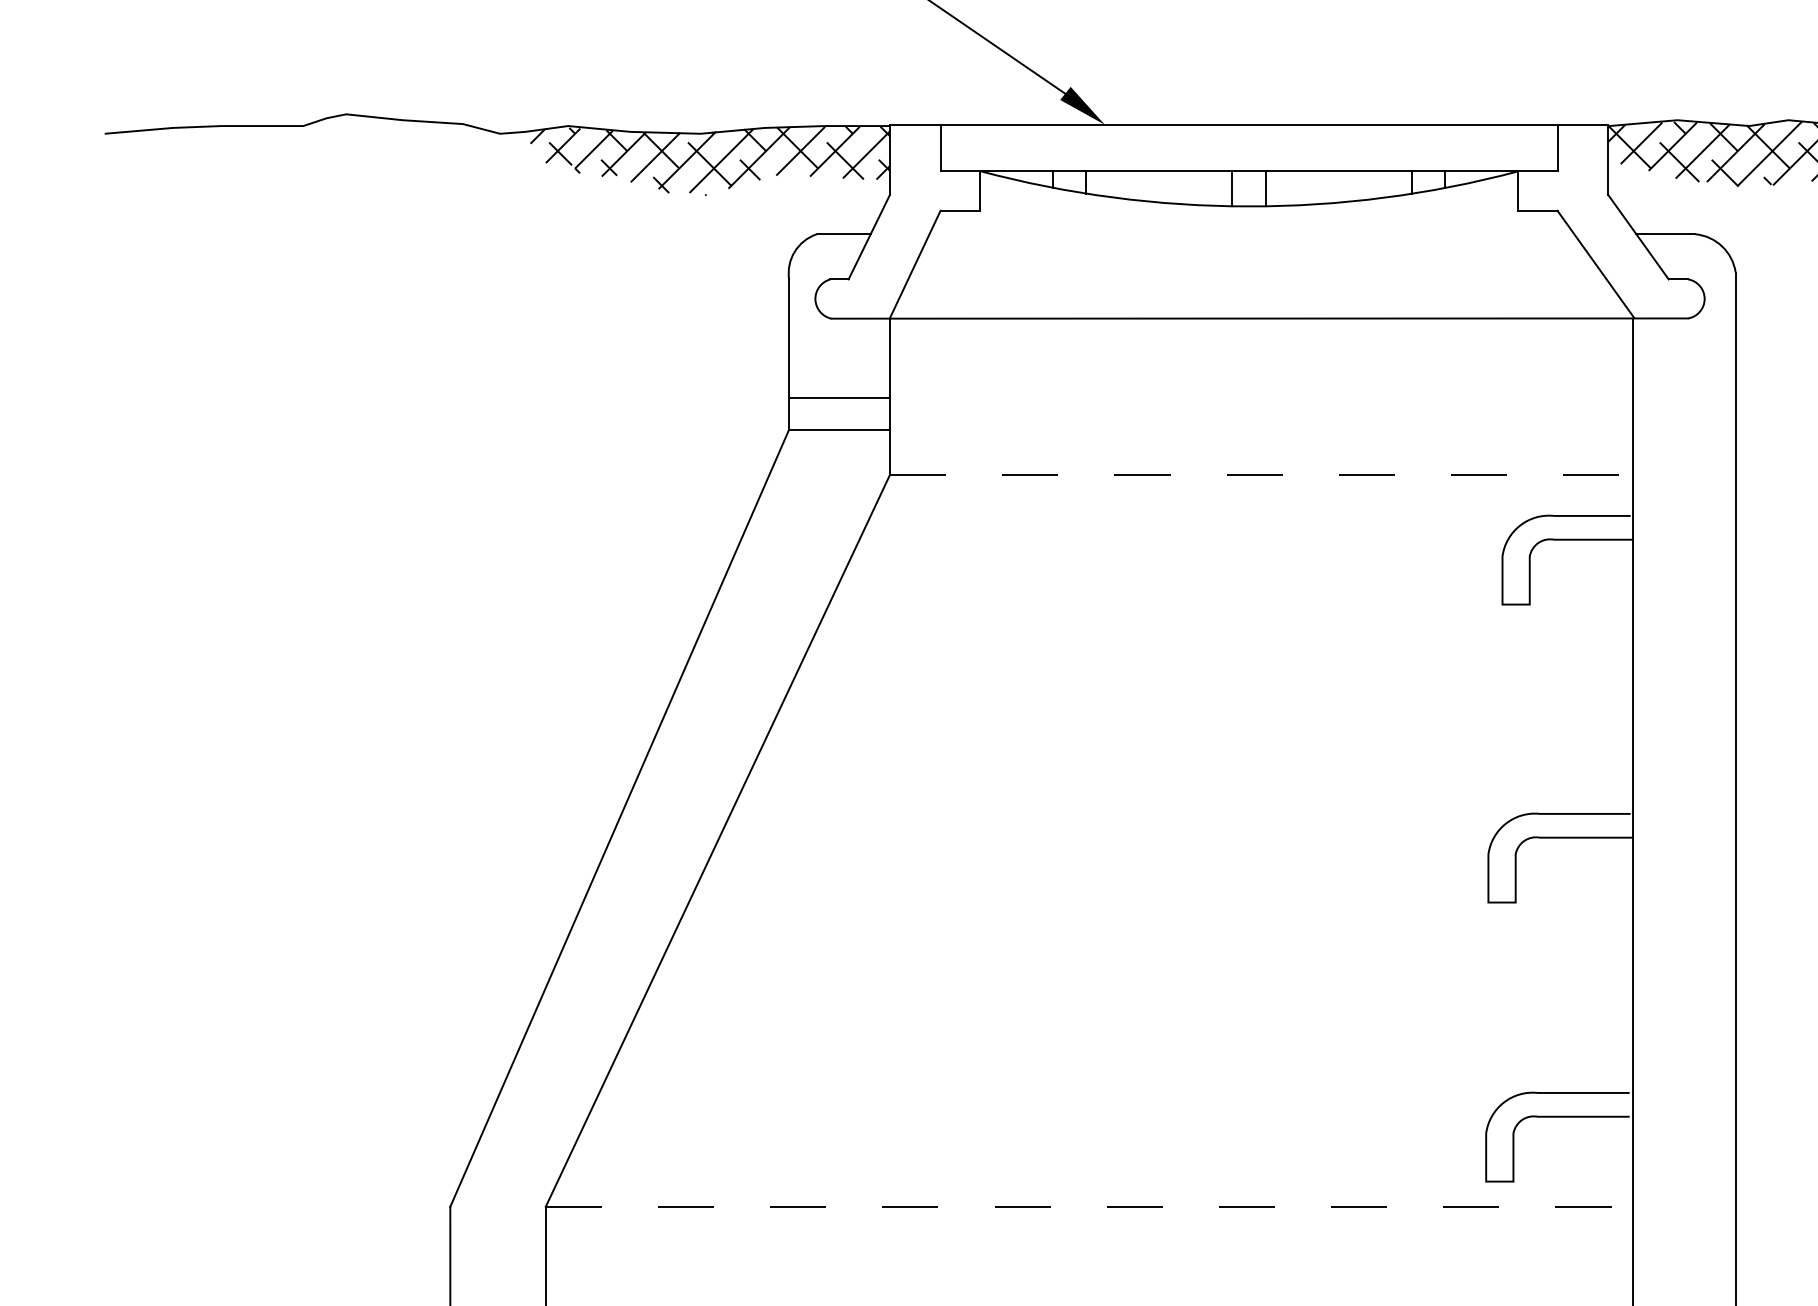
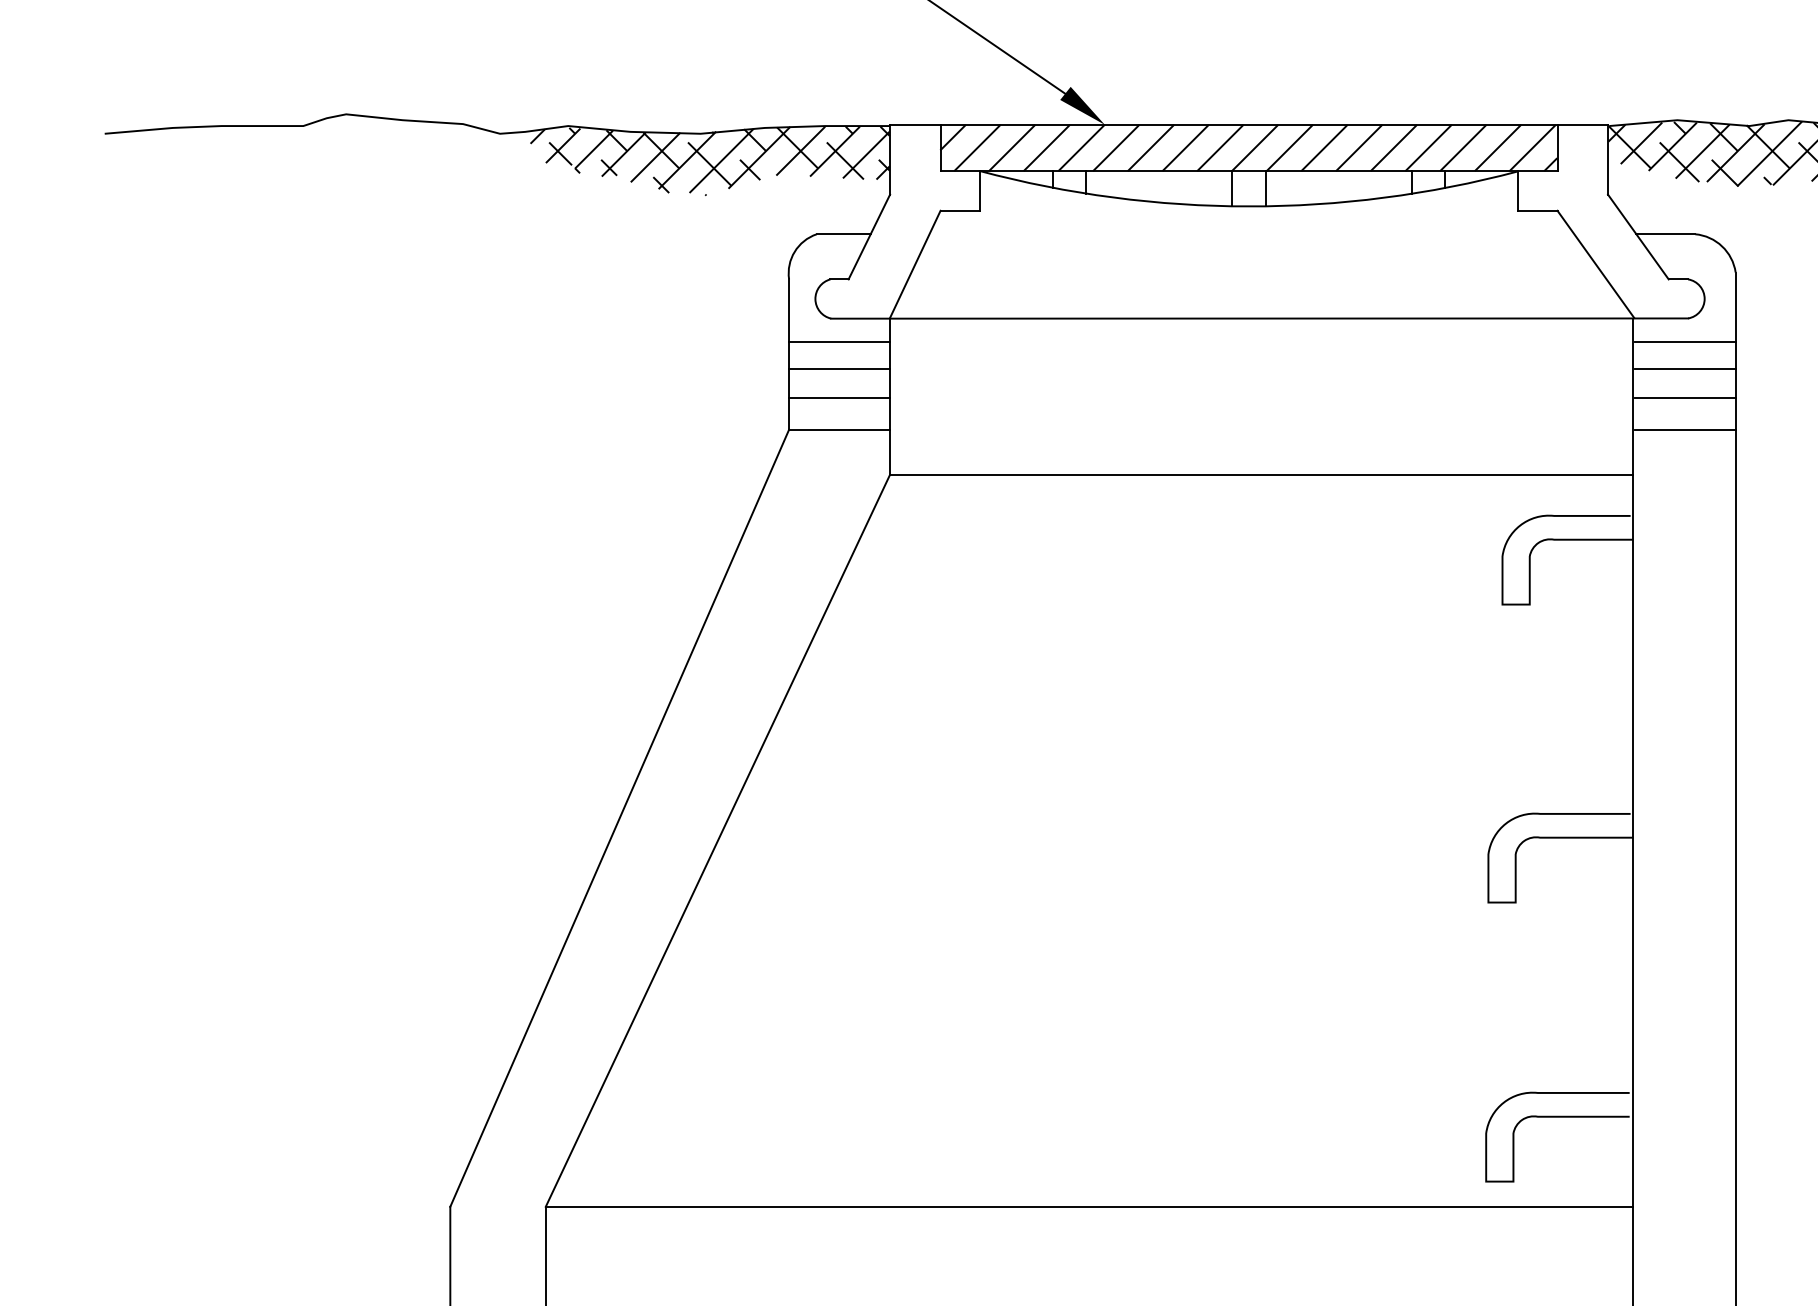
hatch at (1248, 147): none -> present
line at (839, 342): none -> present
line at (1684, 342): none -> present
line at (839, 369): none -> present
line at (1684, 369): none -> present
line at (1684, 397): none -> present
line at (1684, 429): none -> present
line at (1261, 474): dashed -> solid
line at (1089, 1206): dashed -> solid
